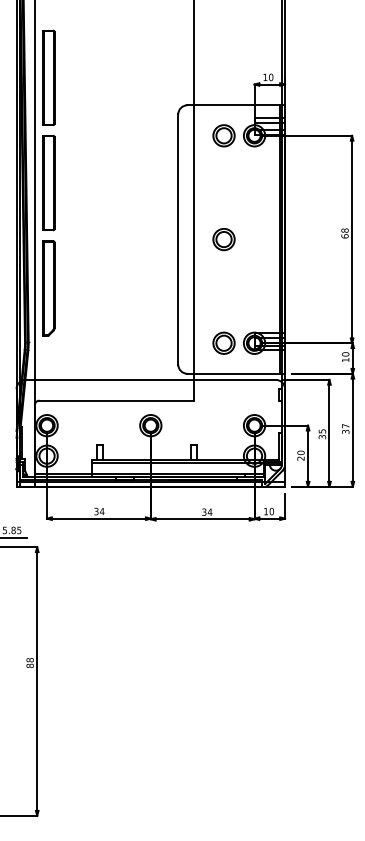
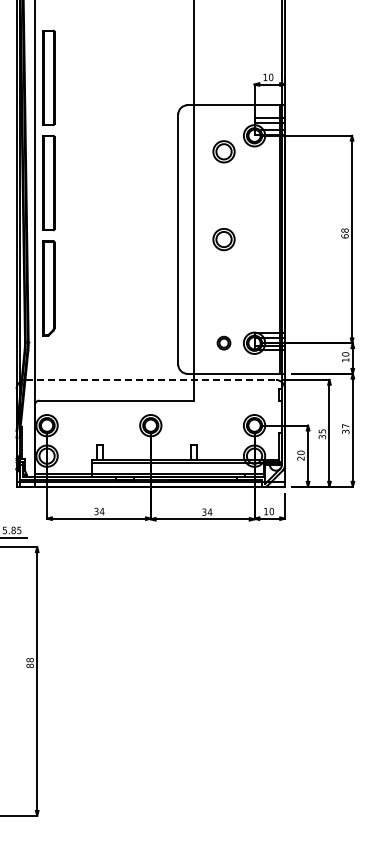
part at (223, 135) position: (223, 135) -> (223, 151)
part at (223, 342) size: 24x24 px -> 16x16 px
line at (151, 379): solid -> dashed
